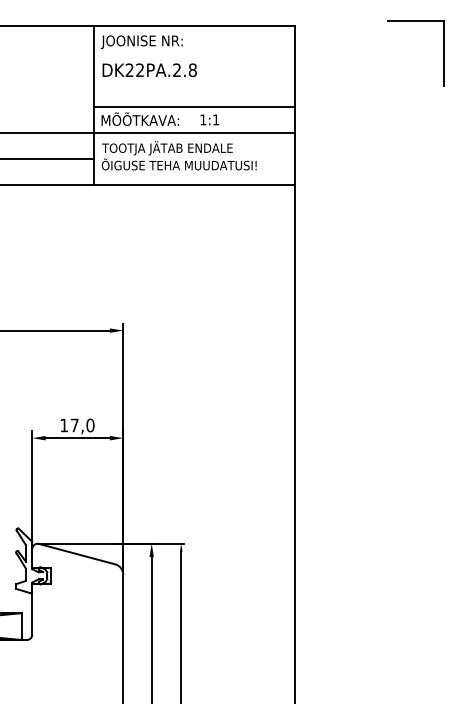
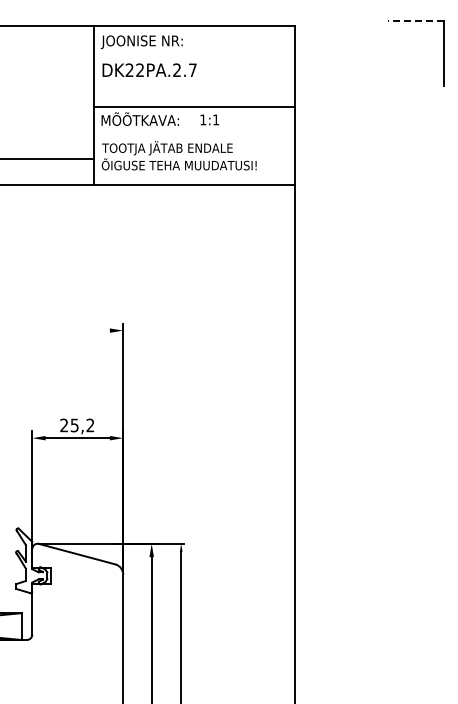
line at (415, 21): solid -> dashed
text at (192, 70): DK22PA.2.8 -> DK22PA.2.7
line at (148, 133): present -> none
line at (55, 330): present -> none
text at (77, 425): 17,0 -> 25,2
